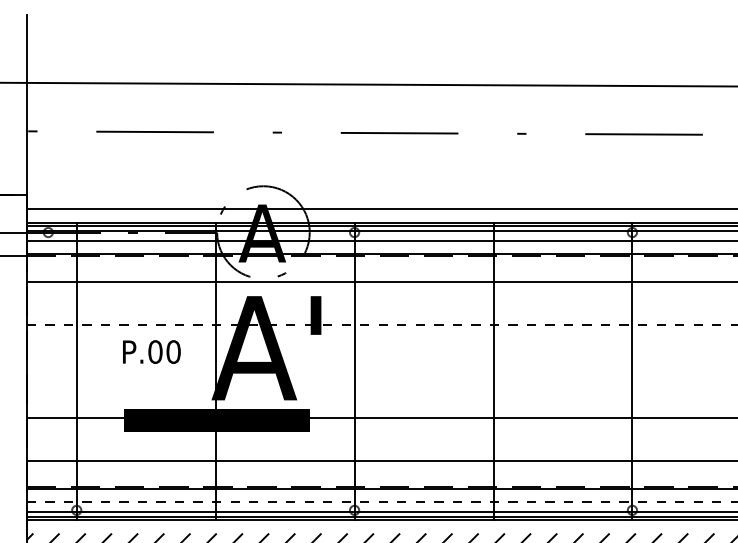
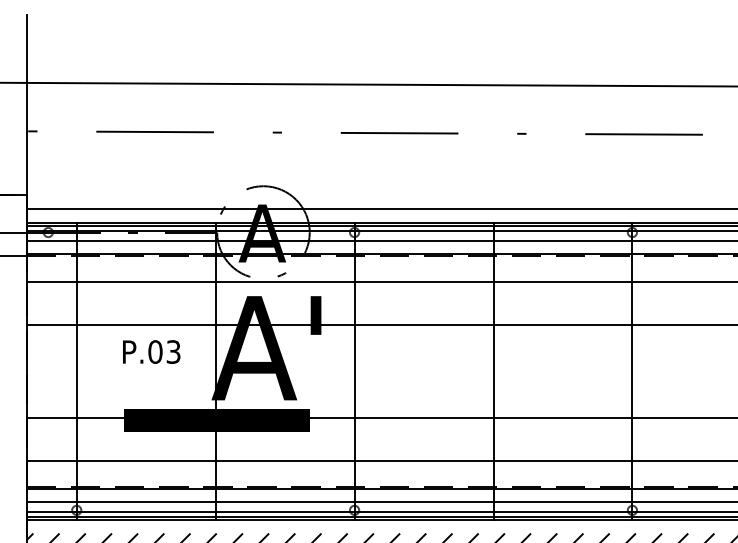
line at (382, 324): dashed -> solid
text at (173, 351): P.00 -> P.03
line at (382, 502): dashed -> solid
